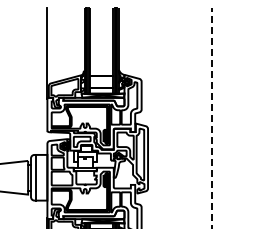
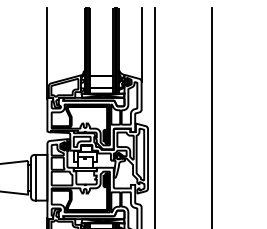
line at (141, 44): none -> present
line at (155, 116): none -> present
line at (212, 118): dashed -> solid
